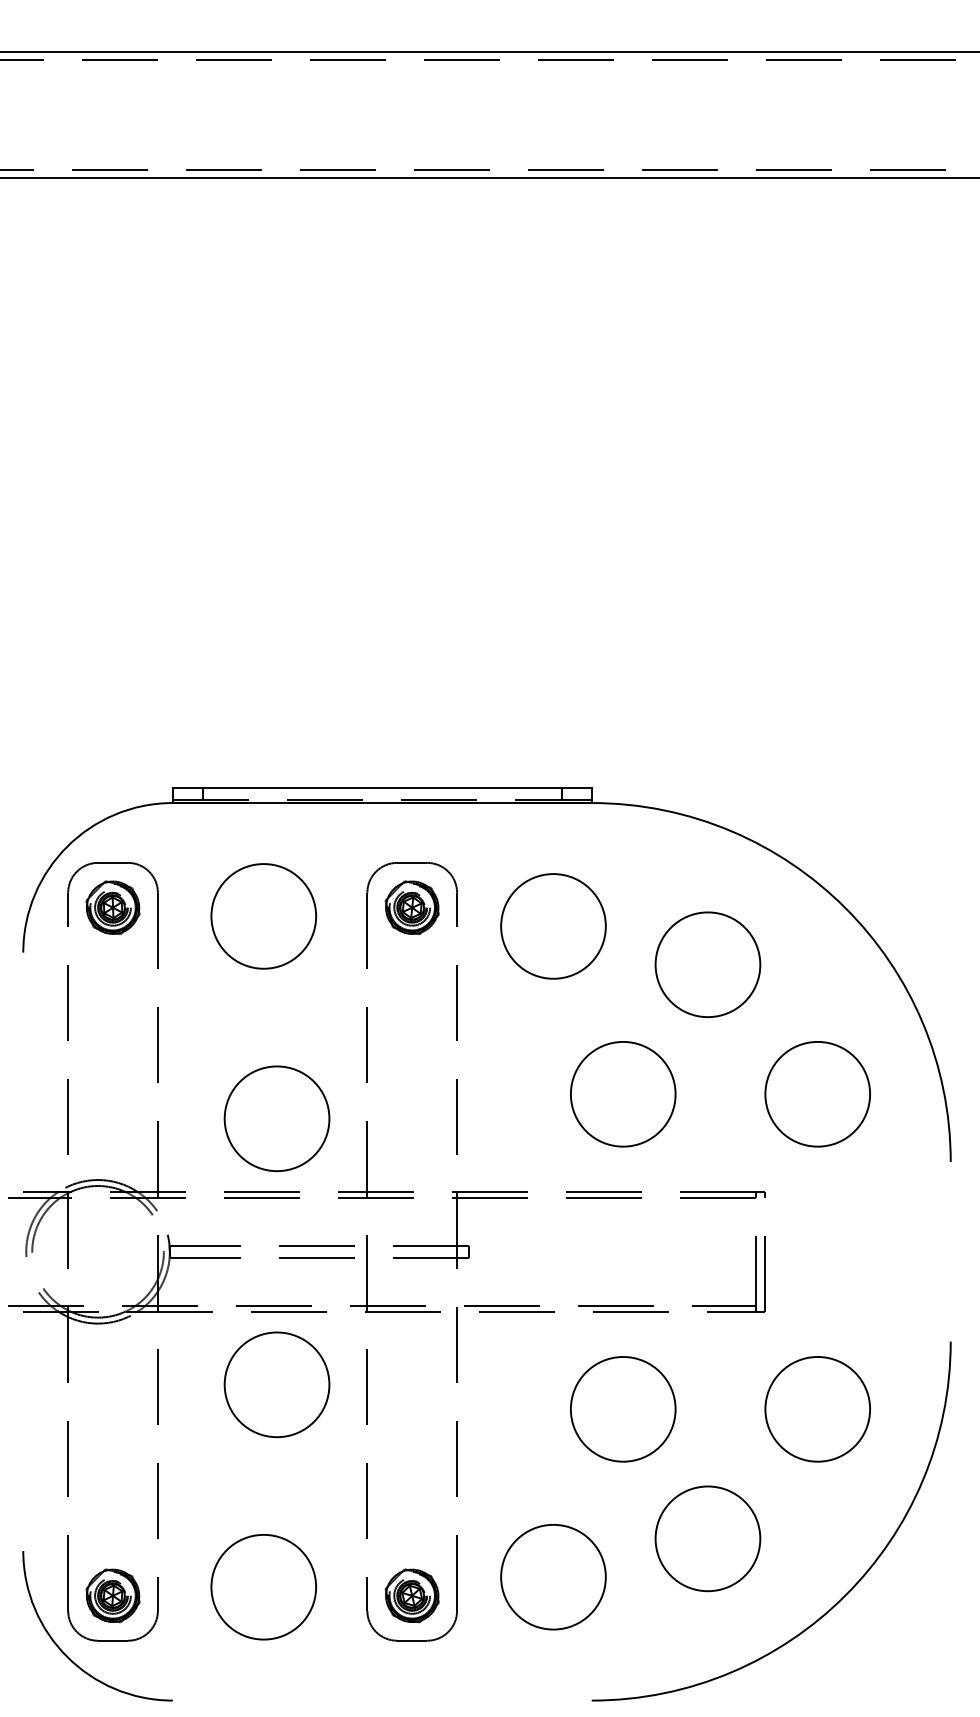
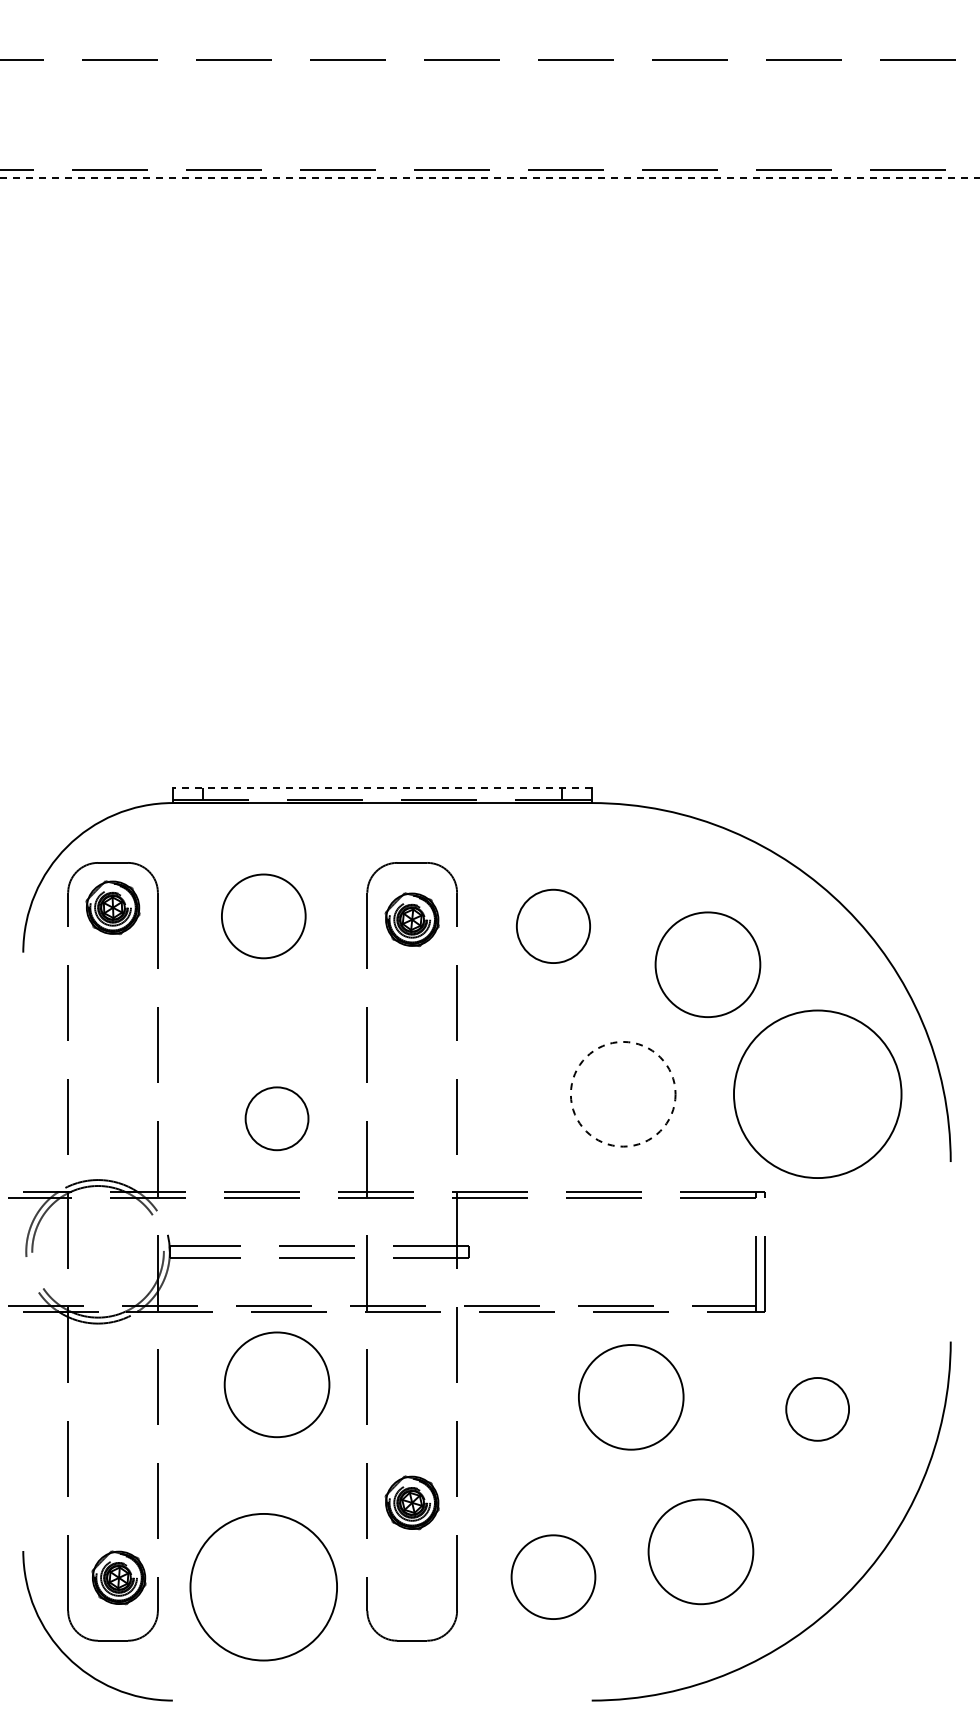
line at (489, 51): present -> none
line at (490, 178): solid -> dashed
line at (381, 788): solid -> dashed
part at (411, 907) position: (411, 907) -> (411, 919)
circle at (263, 916) diameter: 105 px -> 84 px
circle at (553, 926) diameter: 105 px -> 73 px
circle at (622, 1093): solid -> dashed
circle at (817, 1093) diameter: 105 px -> 168 px
circle at (276, 1118) diameter: 105 px -> 63 px
circle at (623, 1409) position: (623, 1409) -> (631, 1397)
circle at (817, 1409) size: 107x107 px -> 65x65 px
circle at (707, 1538) position: (707, 1538) -> (700, 1551)
circle at (553, 1576) diameter: 105 px -> 84 px
circle at (263, 1586) diameter: 105 px -> 147 px
part at (112, 1595) position: (112, 1595) -> (118, 1577)
part at (411, 1595) position: (411, 1595) -> (411, 1502)
